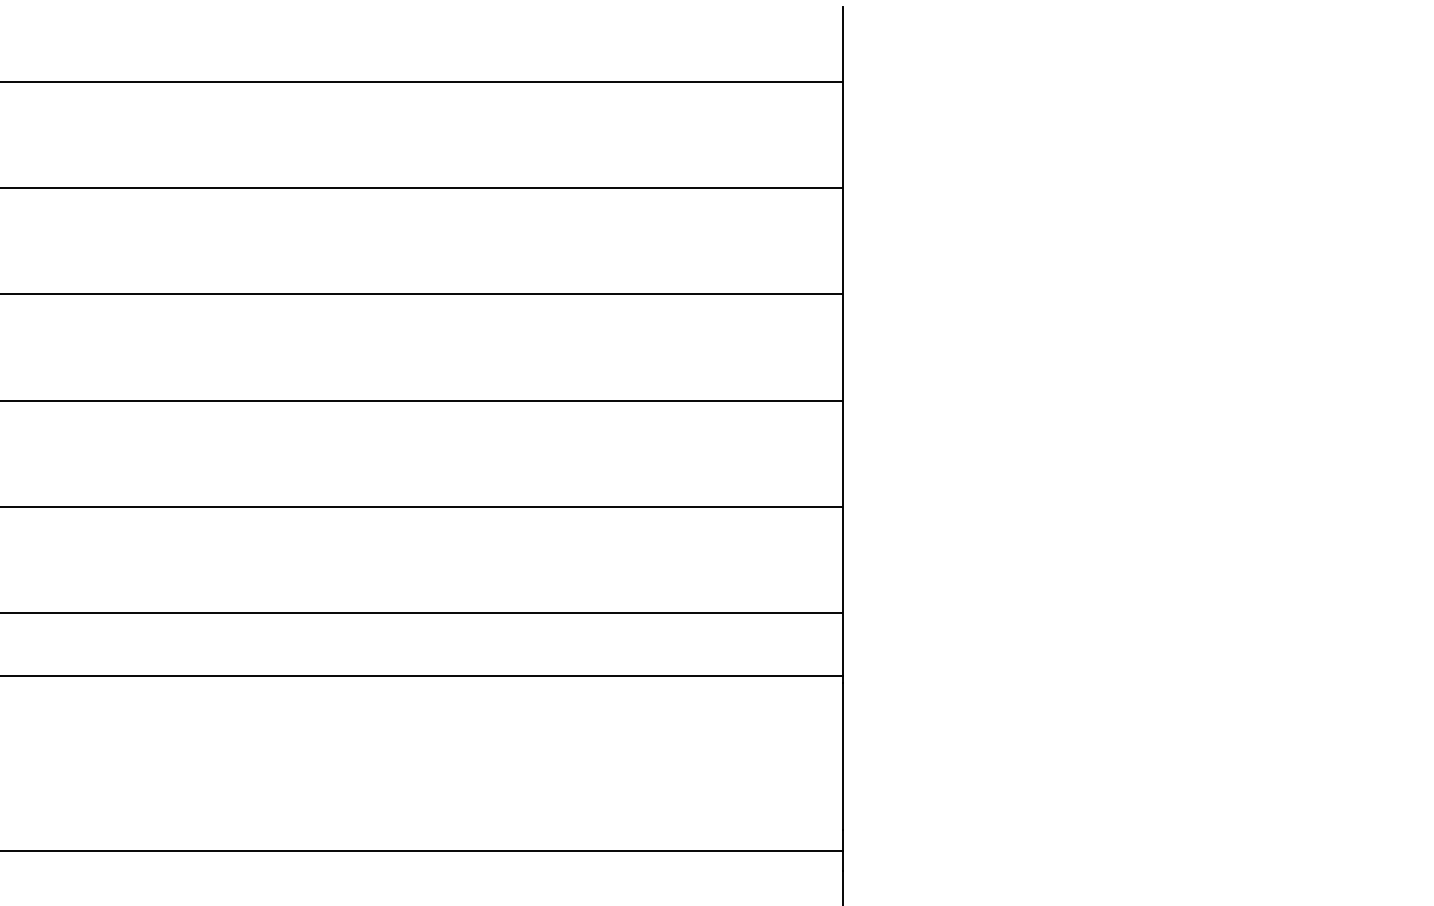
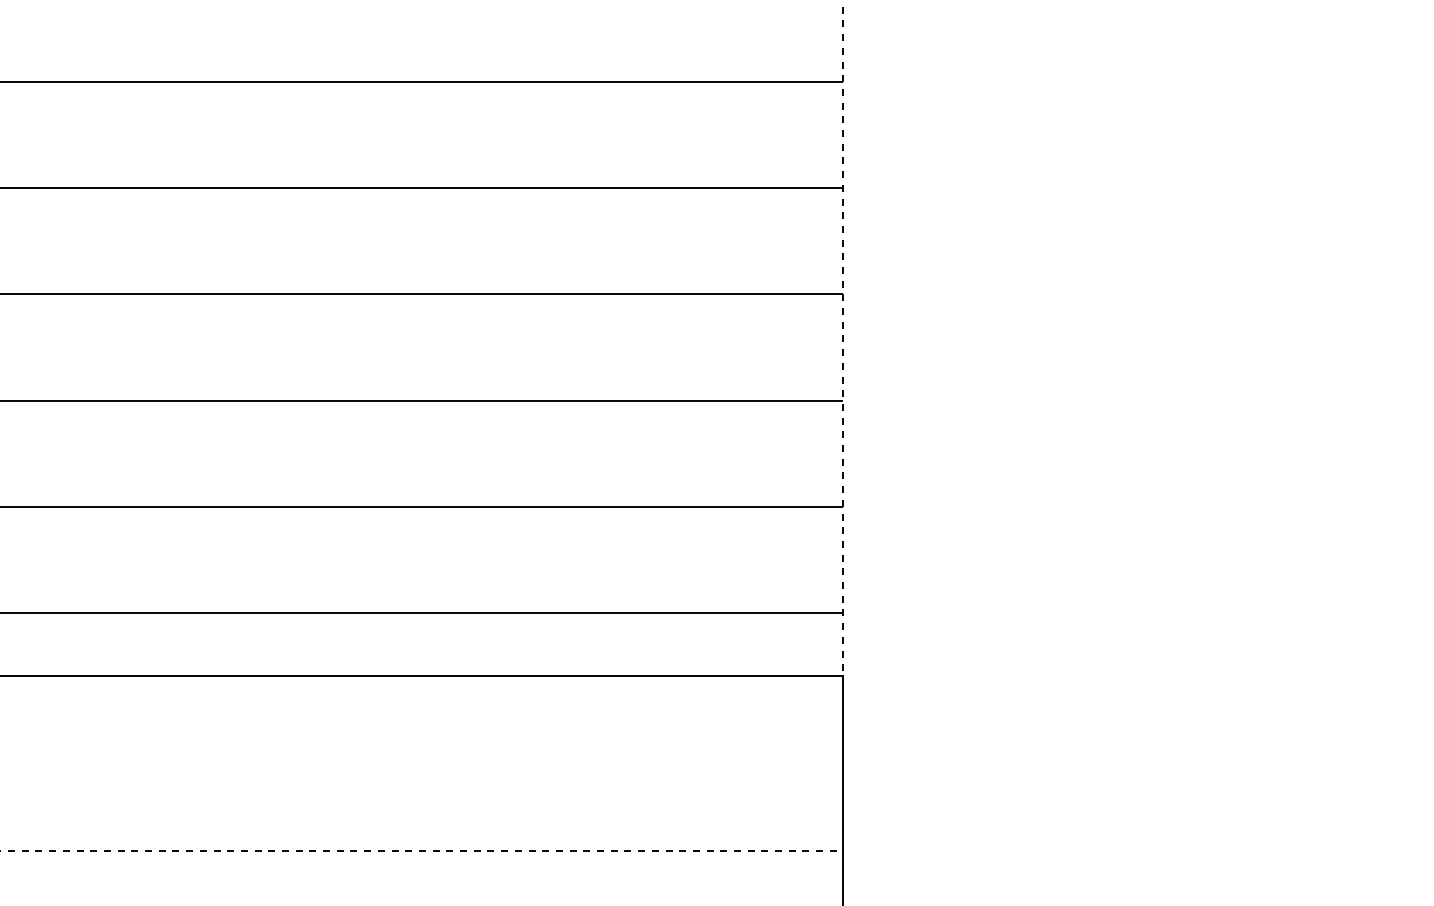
line at (842, 341): solid -> dashed
line at (422, 850): solid -> dashed
